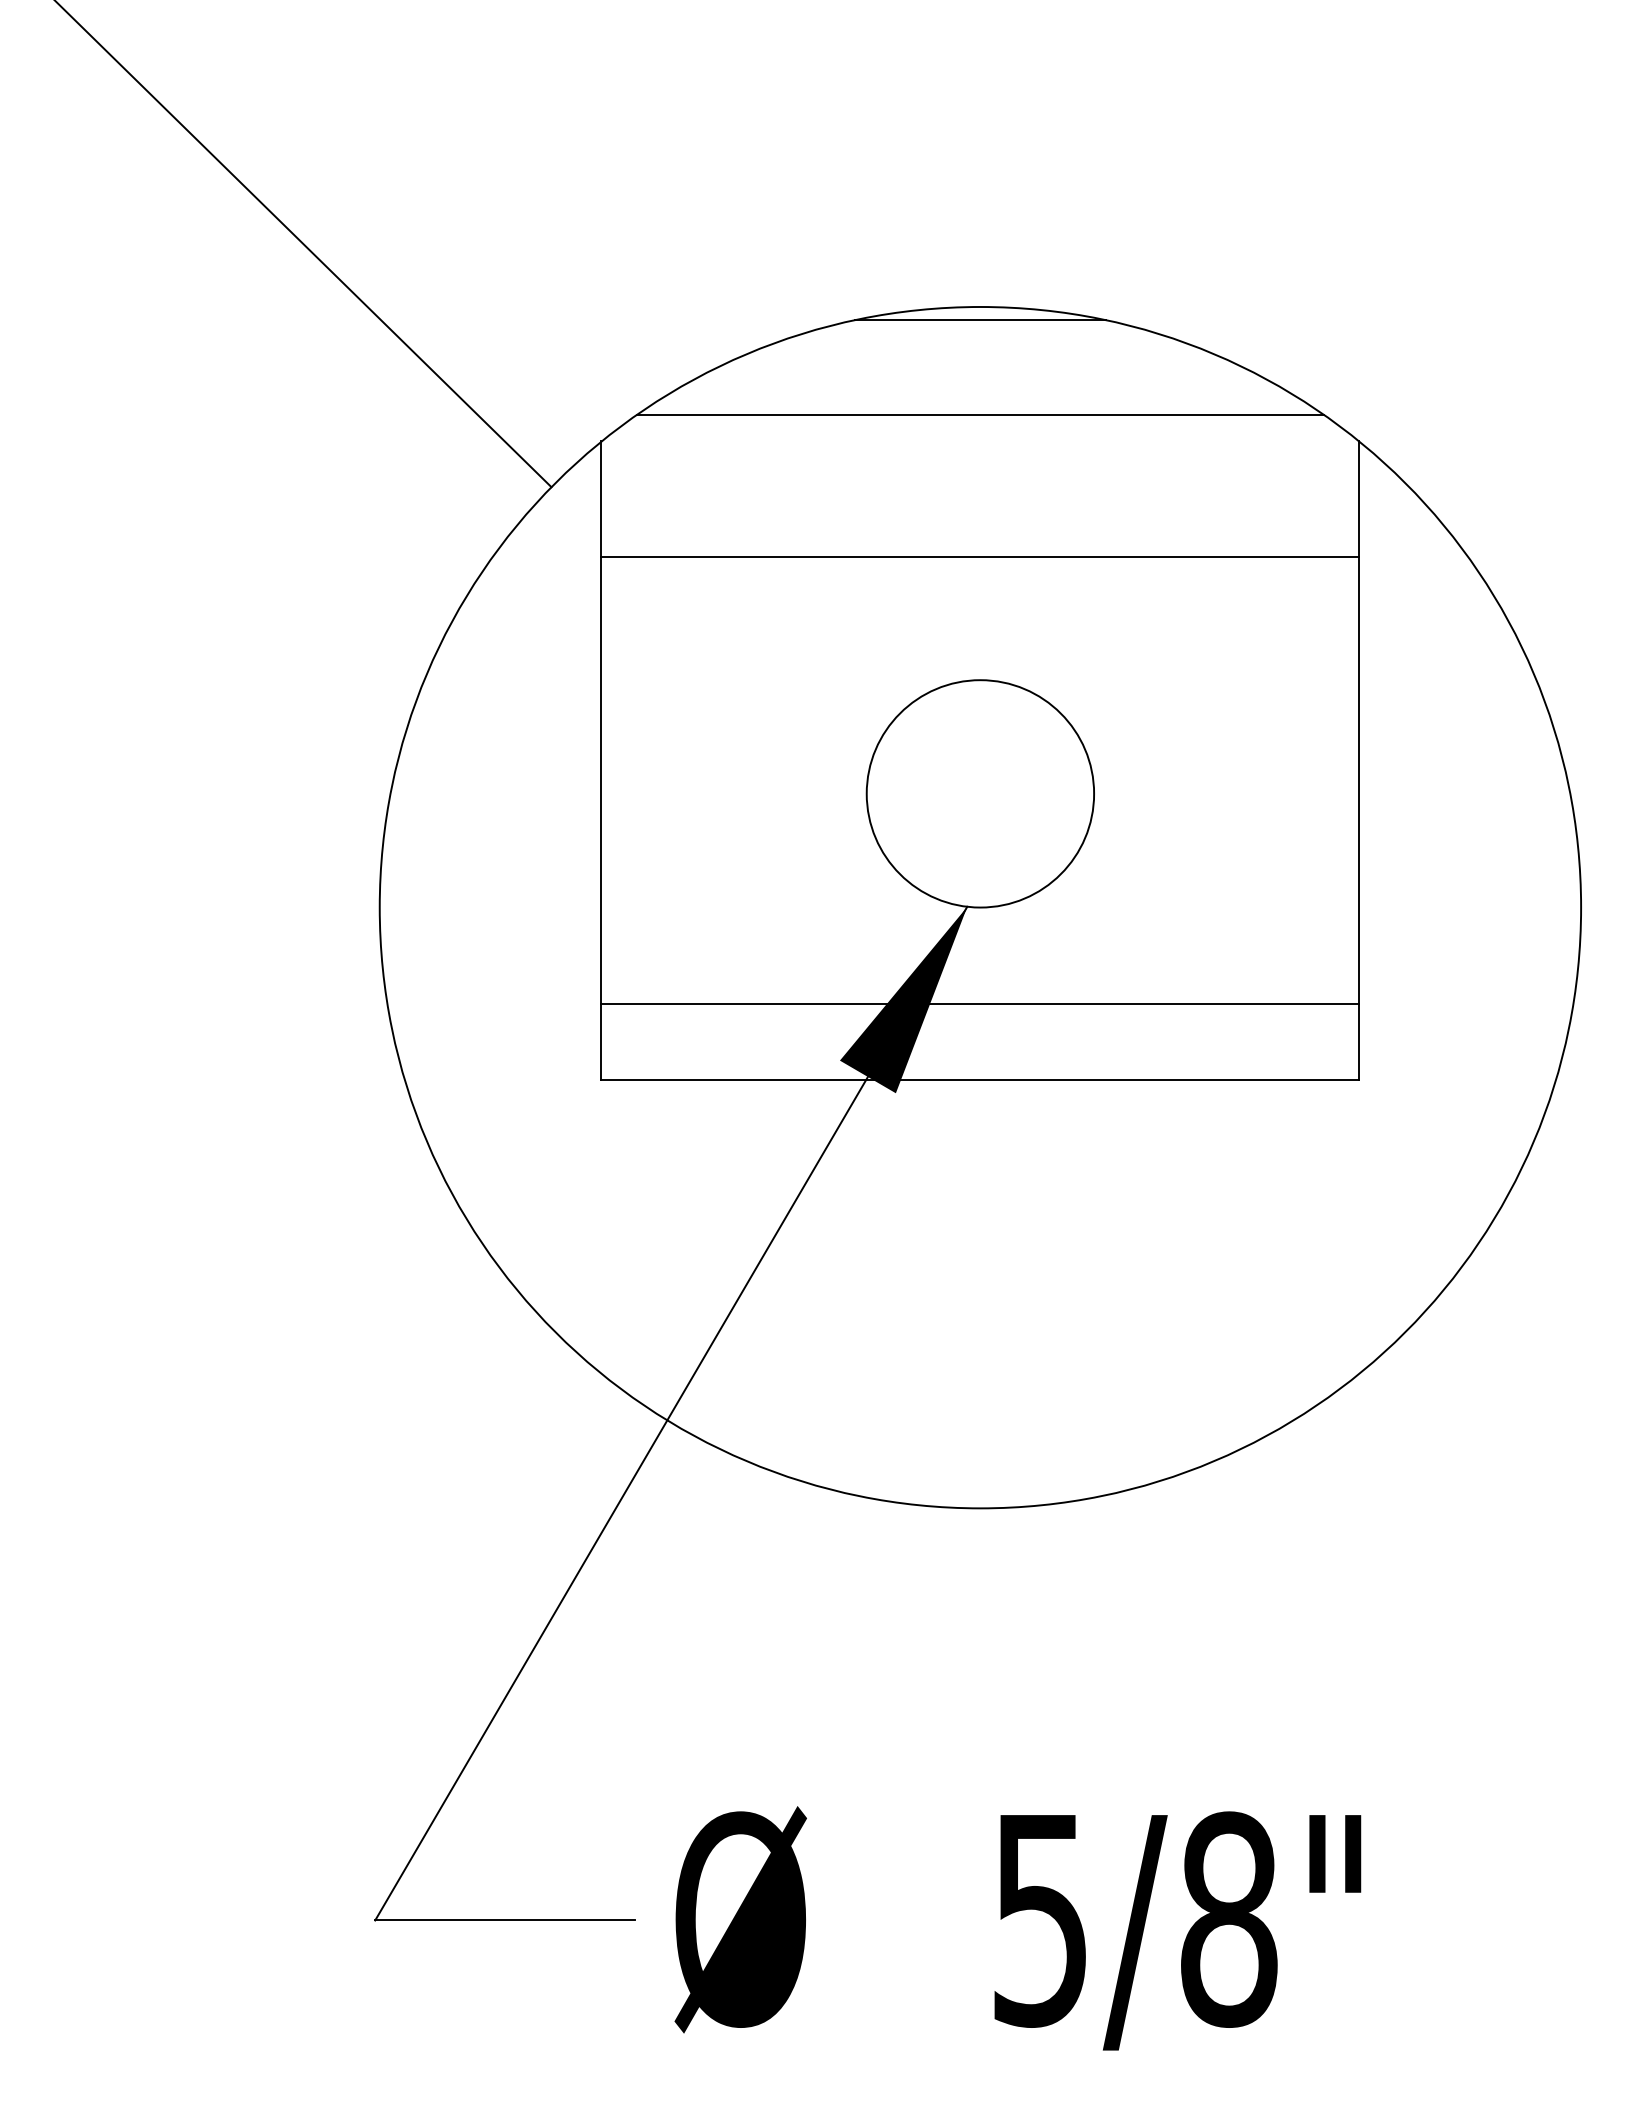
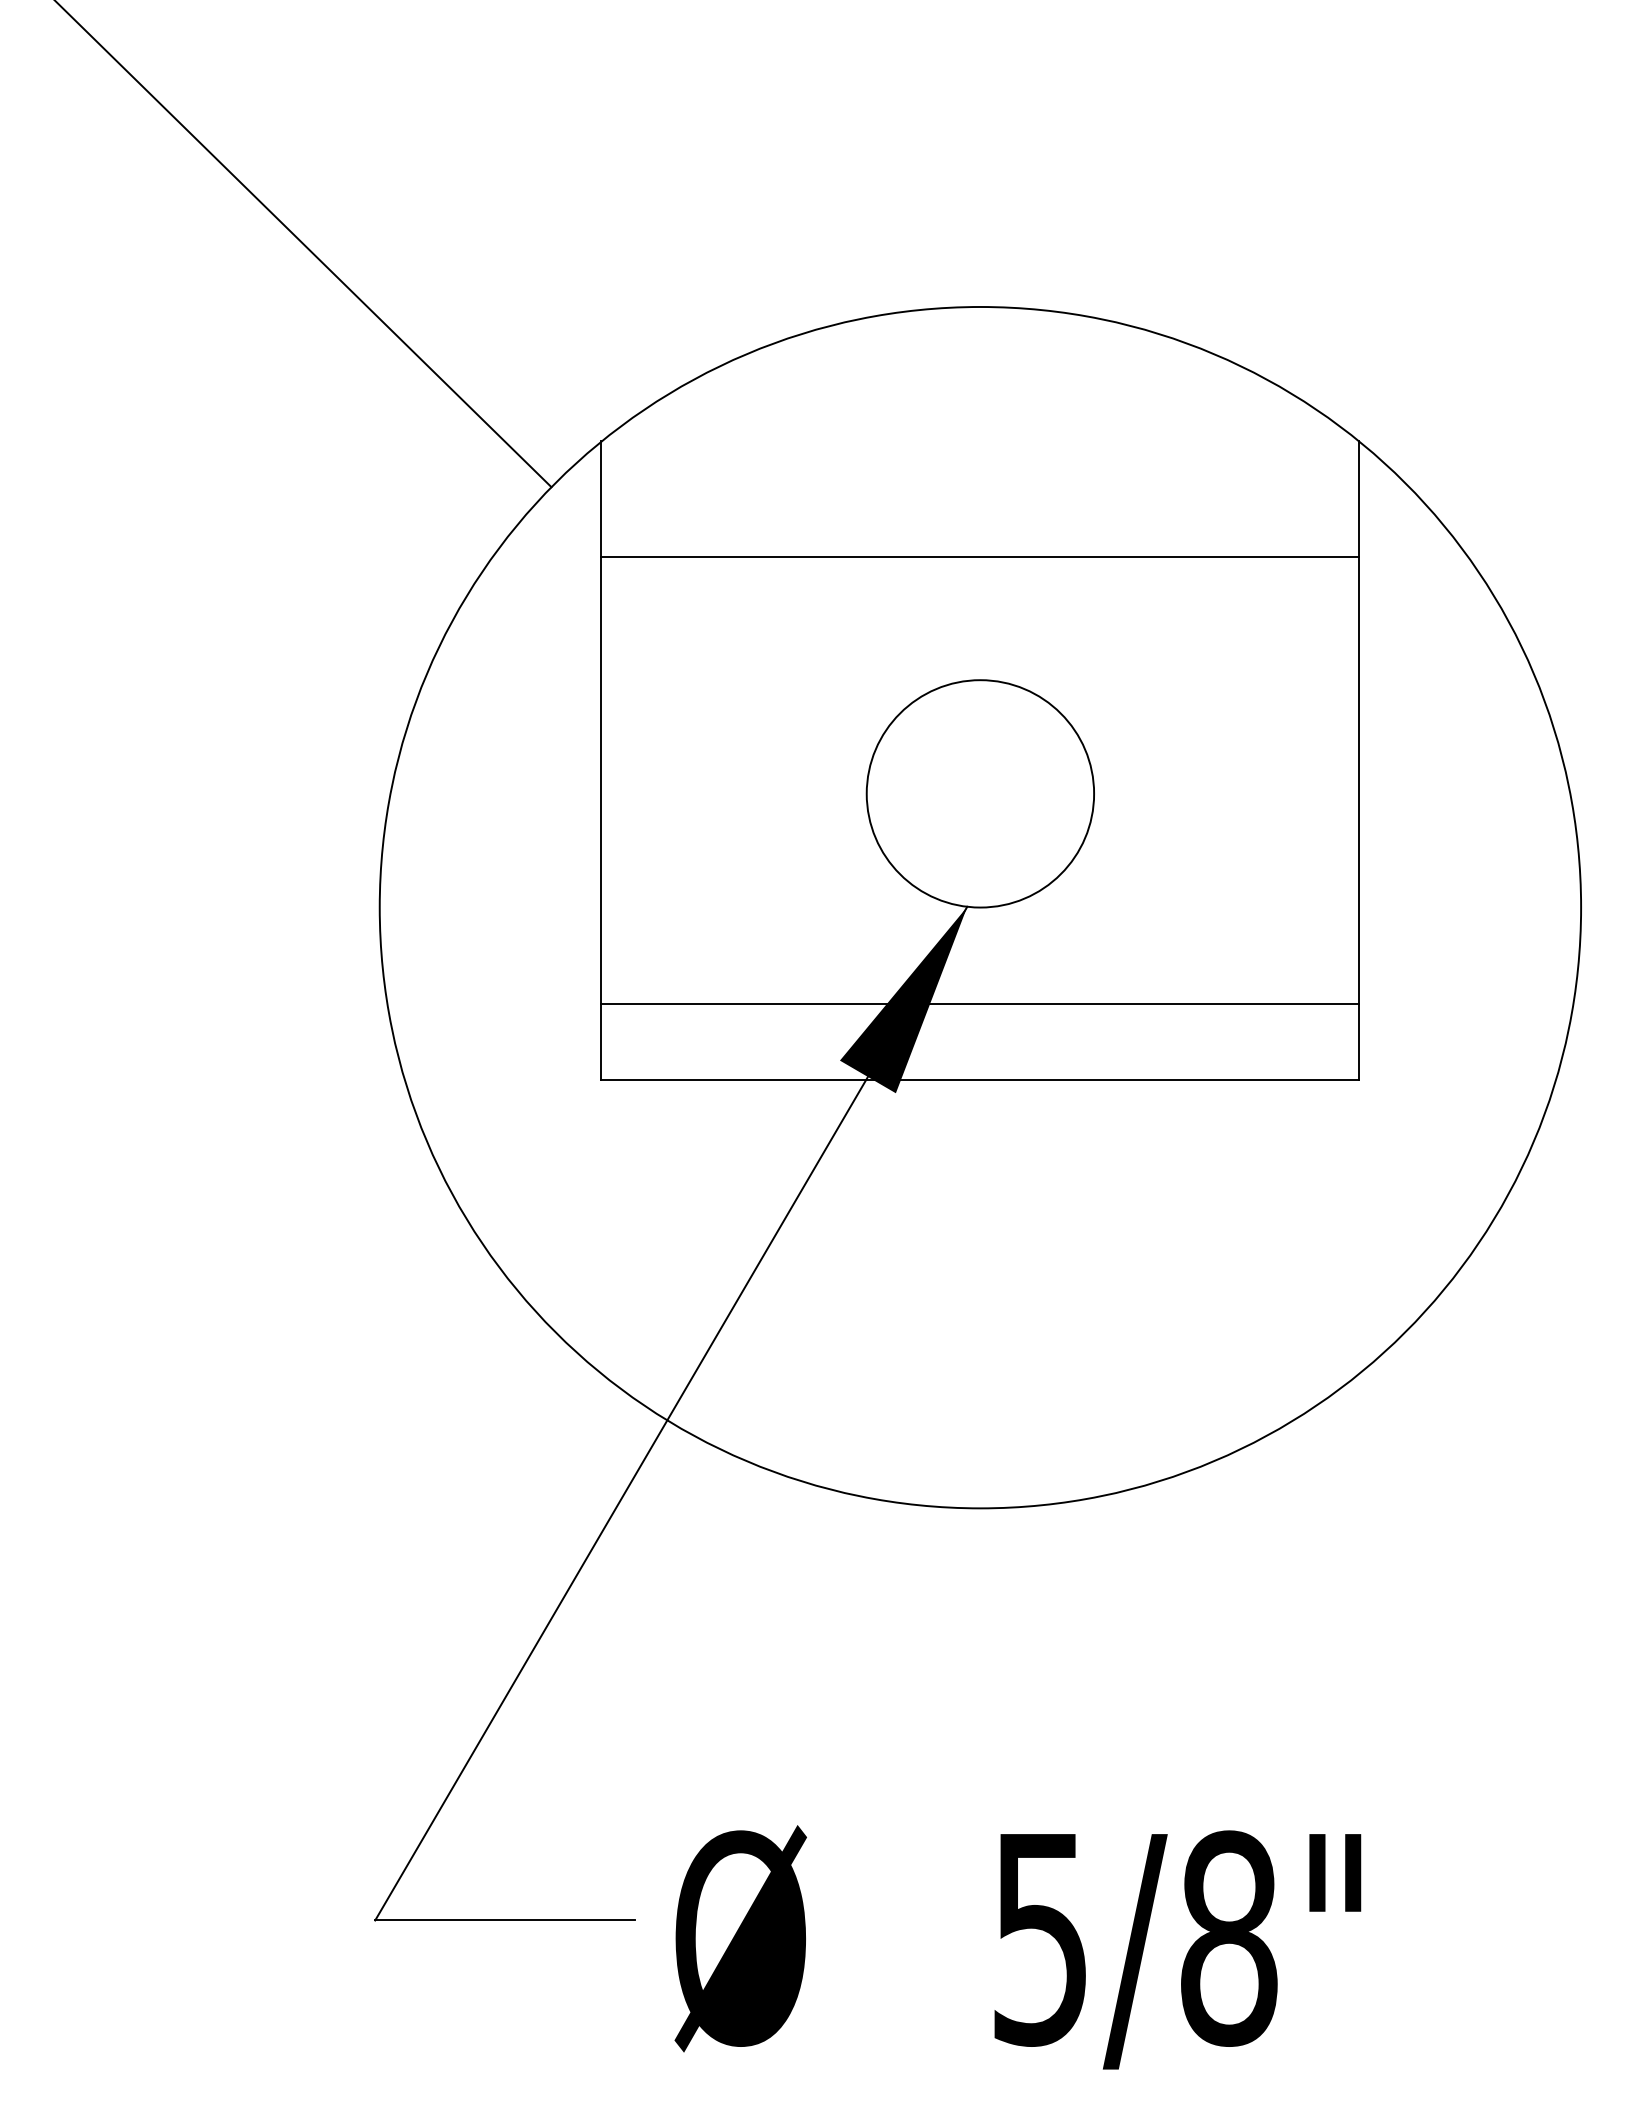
line at (980, 320): present -> none
line at (980, 414): present -> none
text at (1017, 1928) position: (1017, 1928) -> (1017, 1947)
